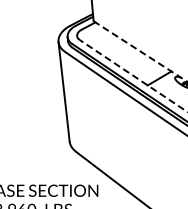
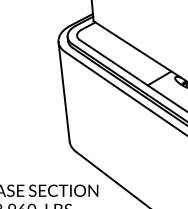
line at (140, 51): dashed -> solid
line at (133, 76): dashed -> solid
